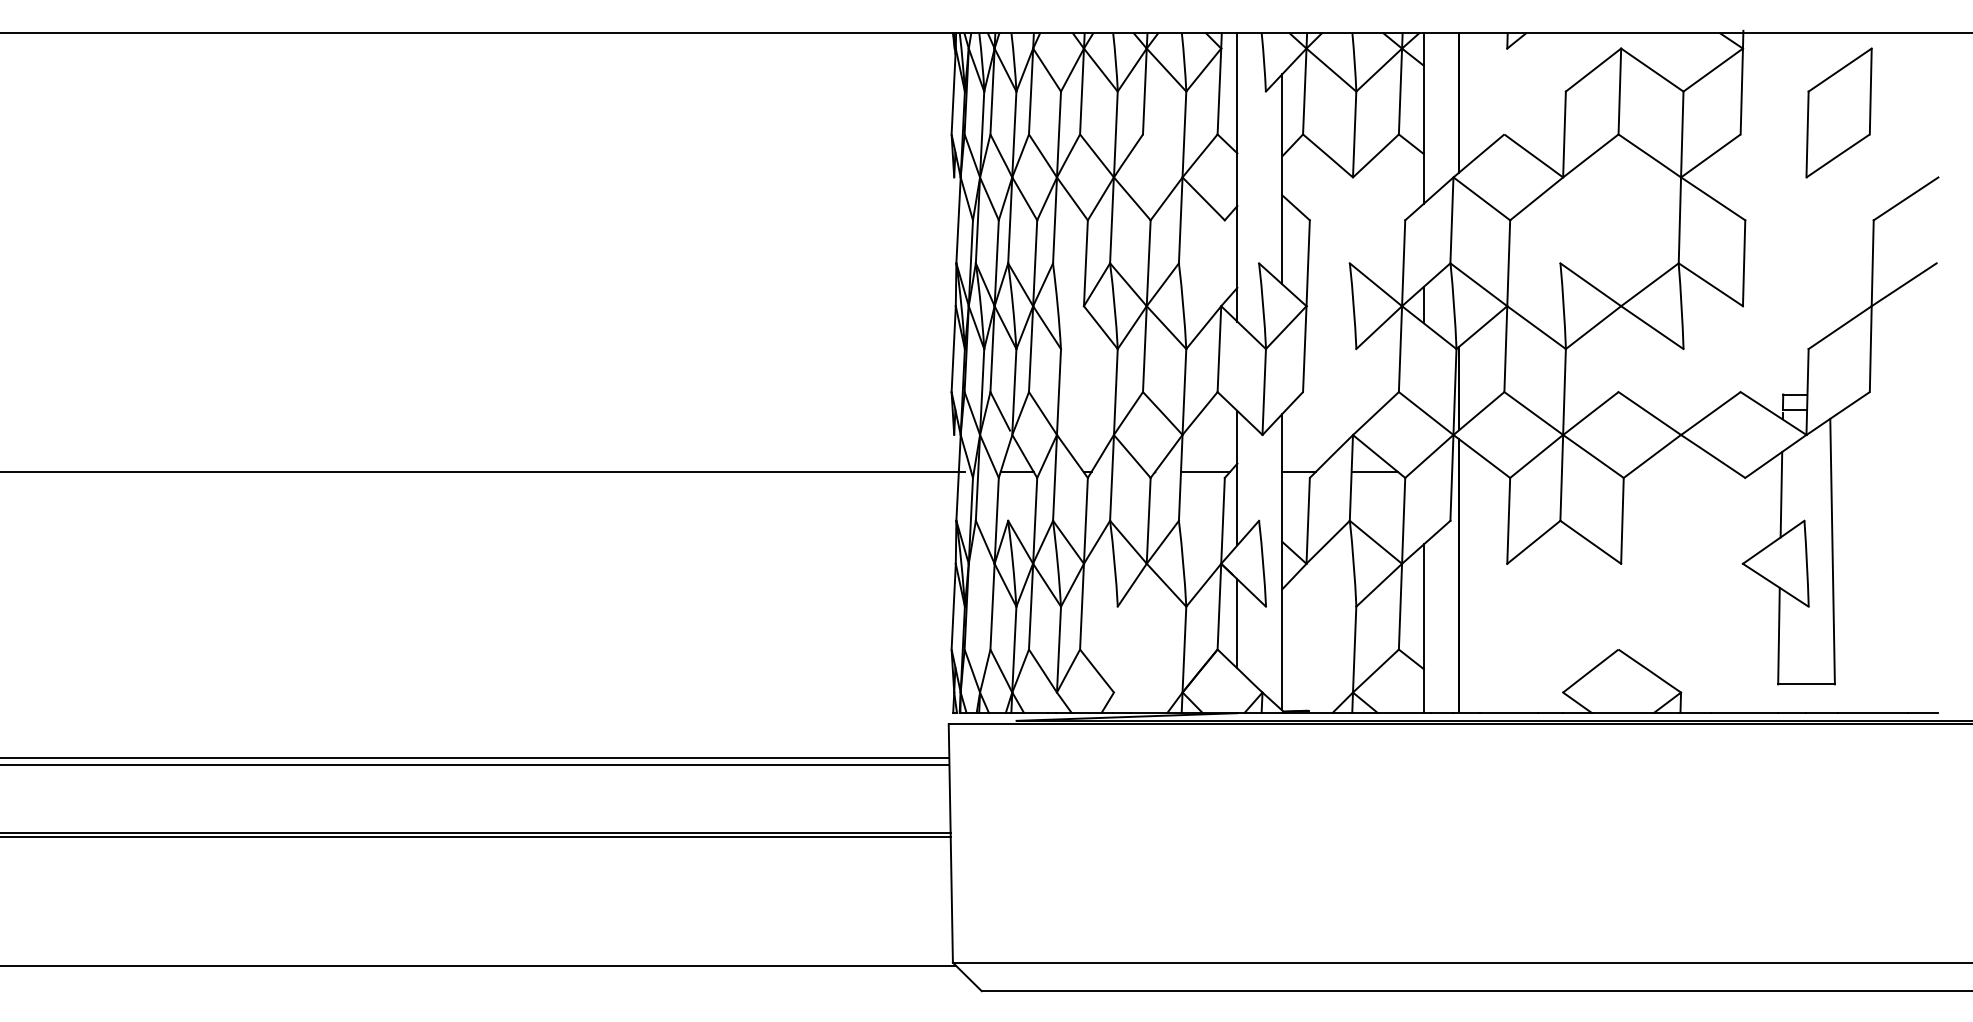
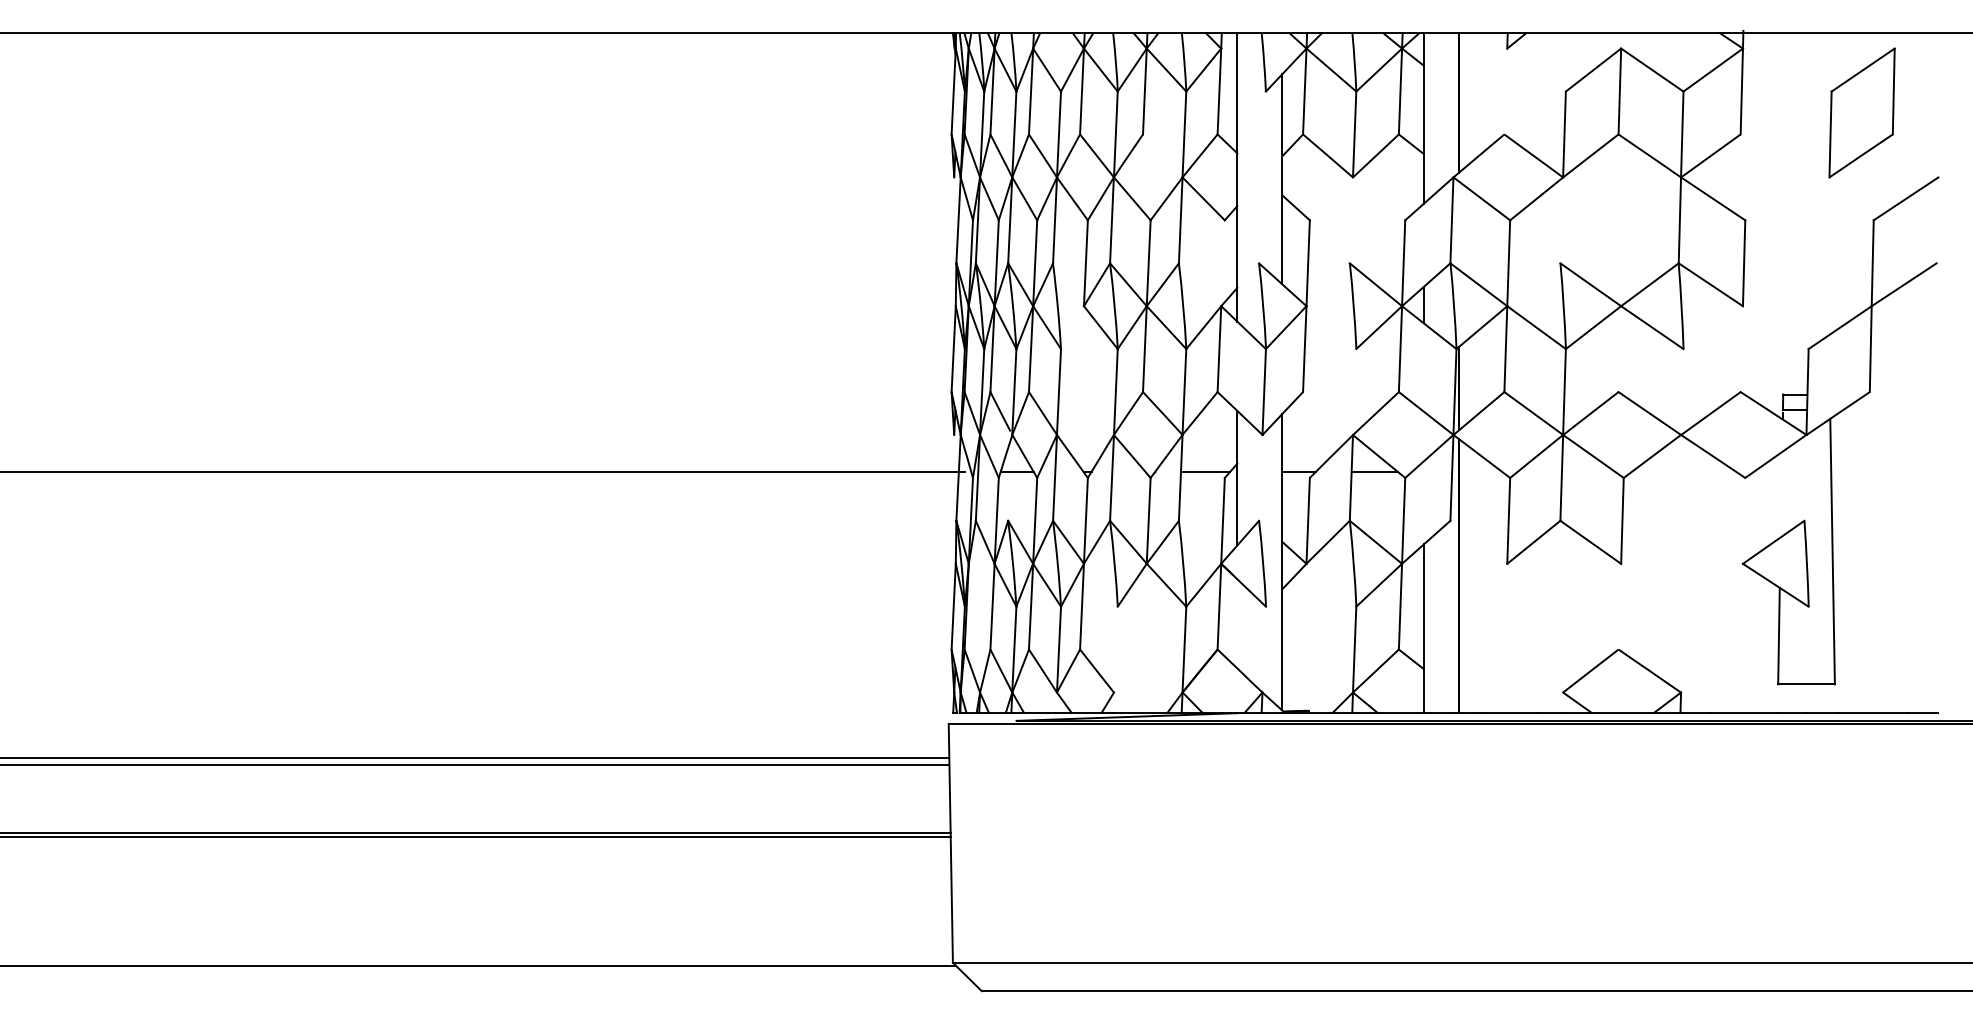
part at (1838, 112) position: (1838, 112) -> (1861, 112)
line at (1781, 494): present -> none
line at (1237, 623): present -> none
